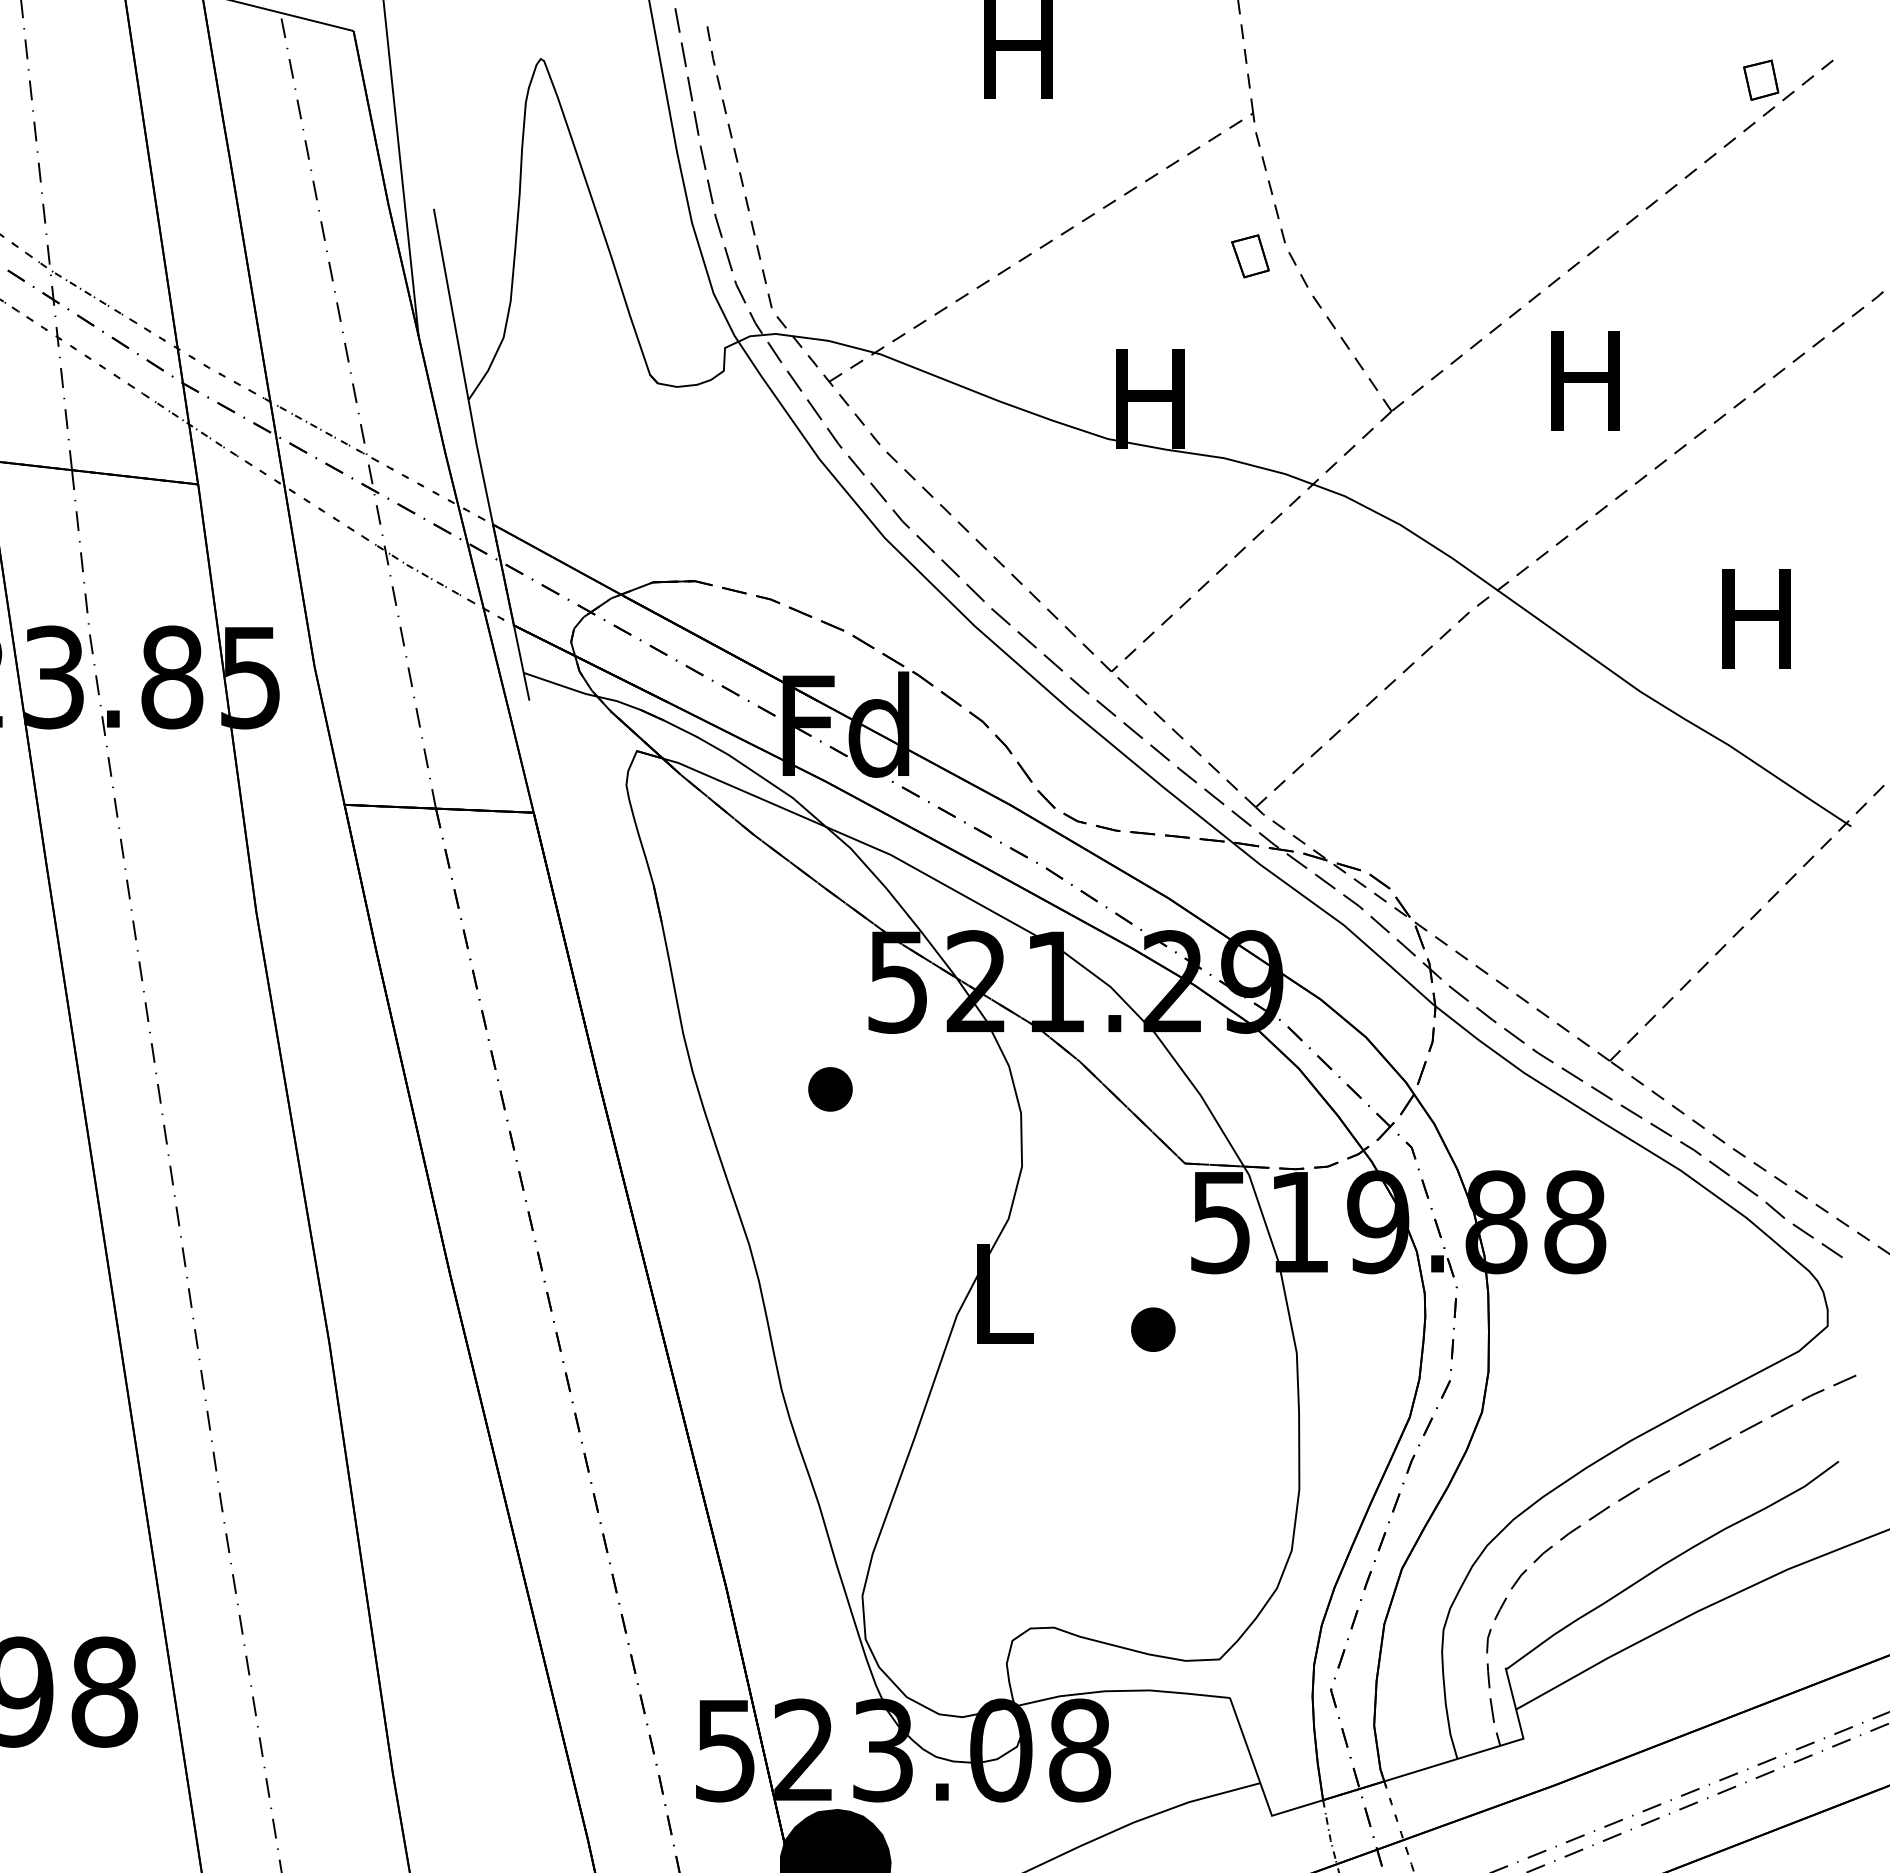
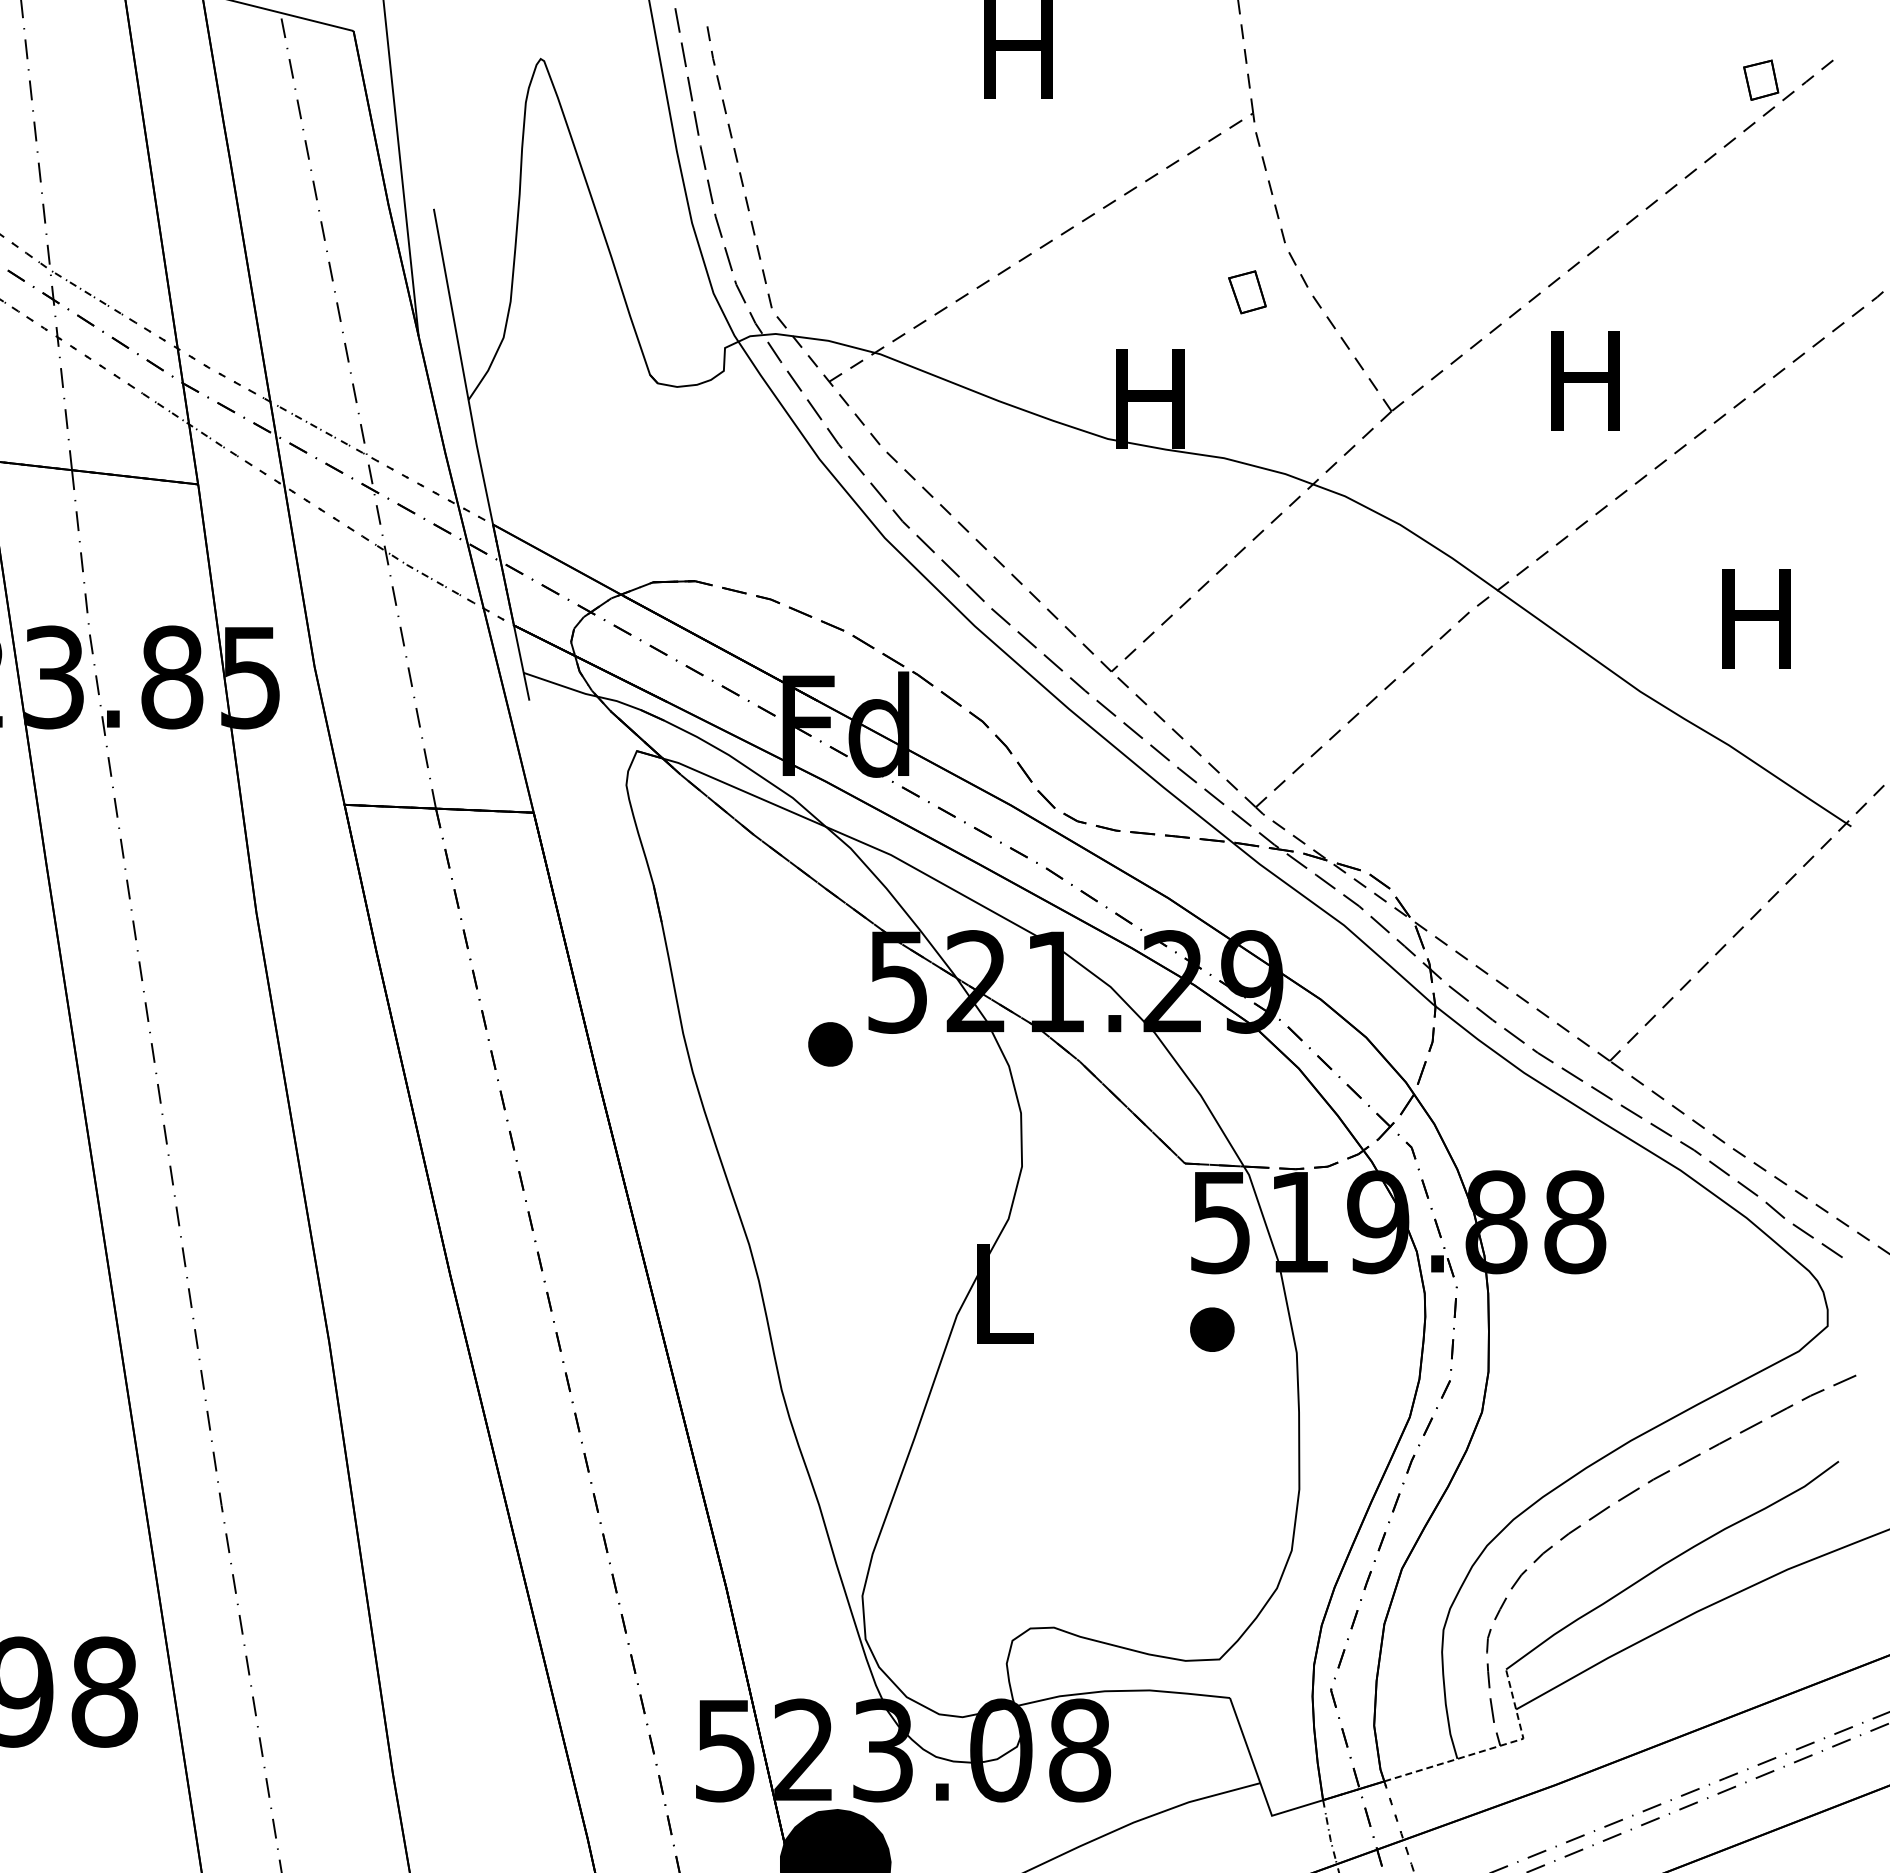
part at (1250, 256) position: (1250, 256) -> (1247, 292)
part at (830, 1089) position: (830, 1089) -> (830, 1044)
part at (1153, 1329) position: (1153, 1329) -> (1212, 1329)
line at (1490, 1748): solid -> dashed
